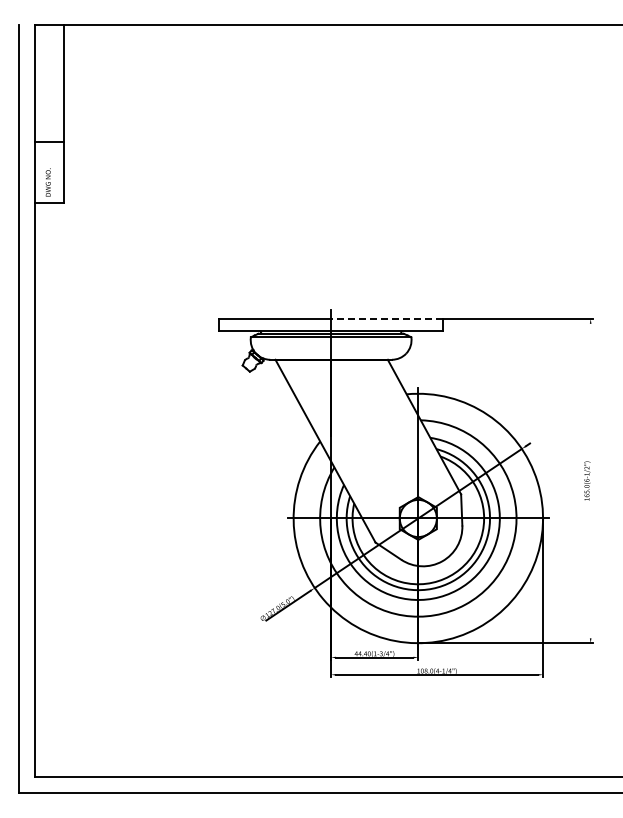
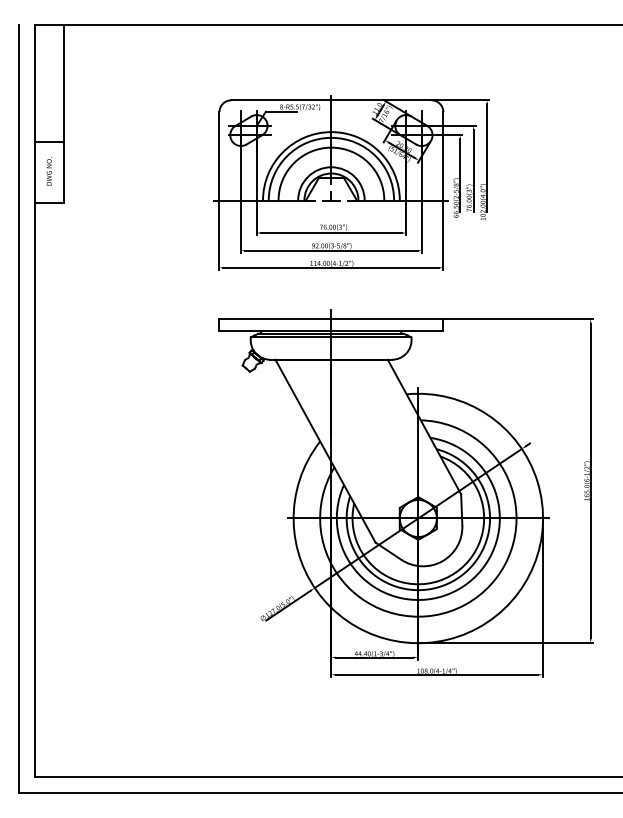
text at (47, 182) position: (47, 182) -> (48, 171)
part at (351, 182): none -> present
line at (387, 318): dashed -> solid
line at (590, 480): none -> present
